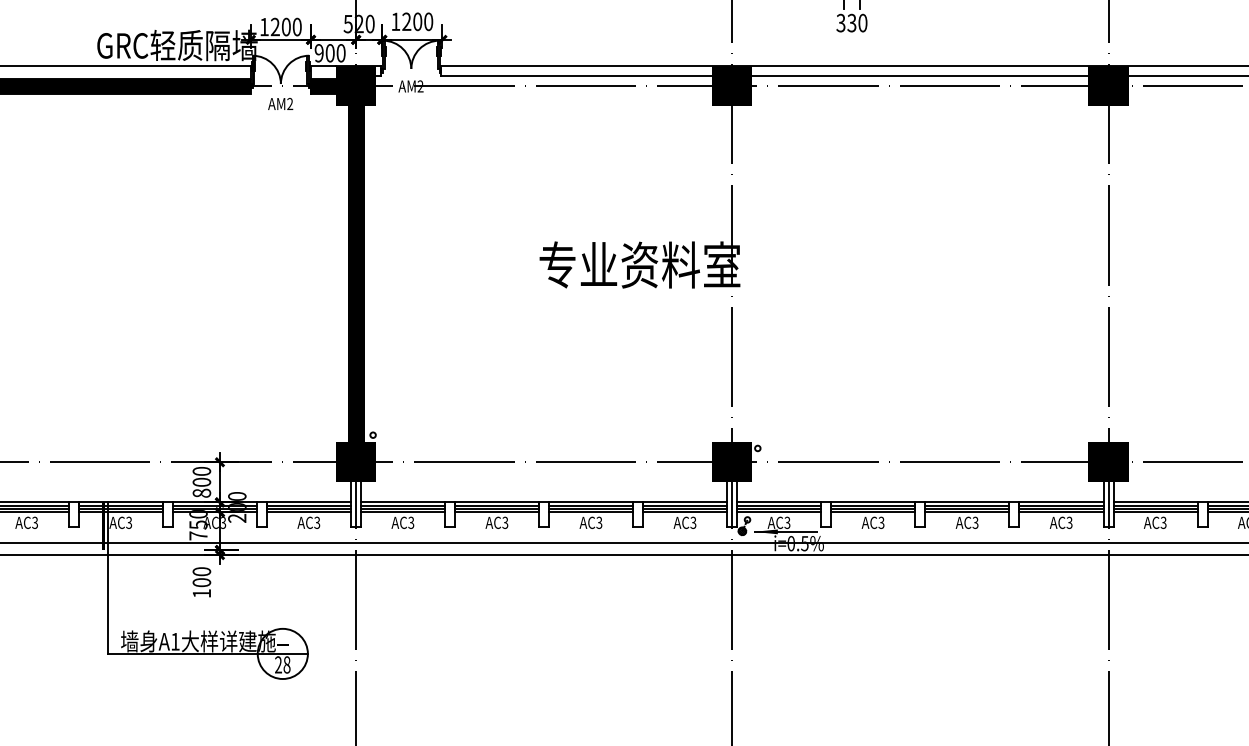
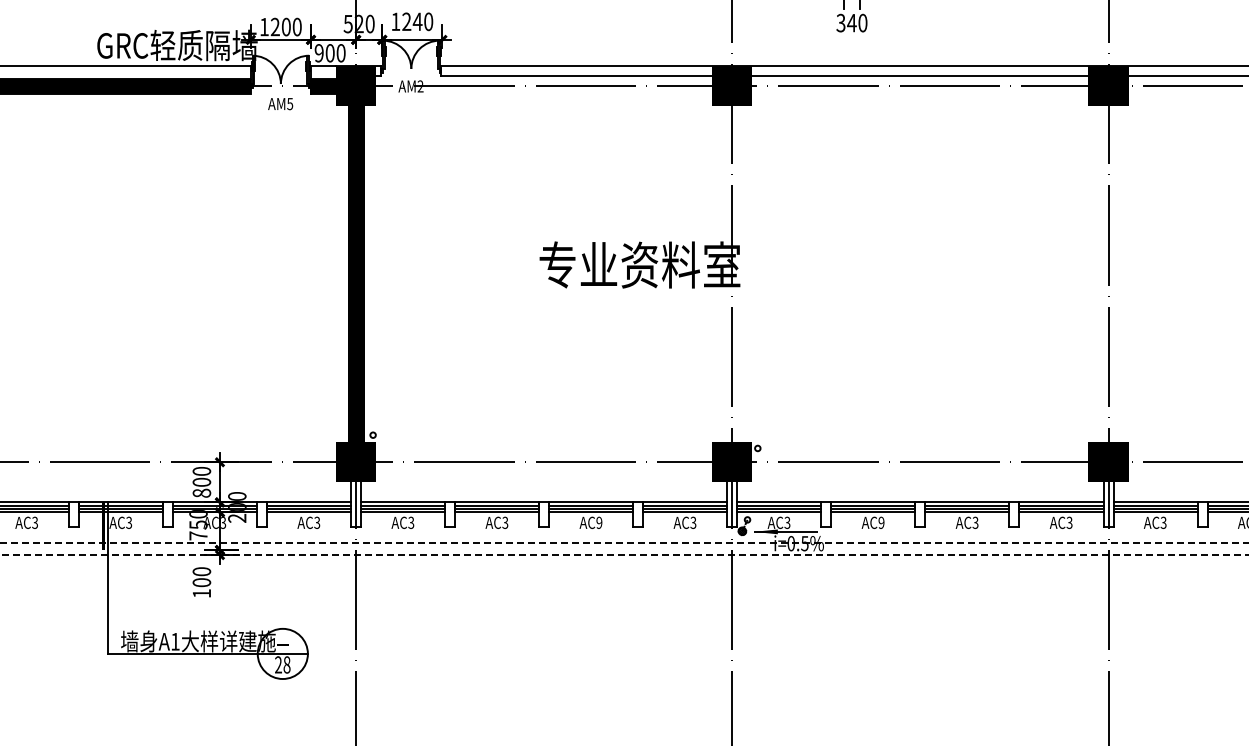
text at (417, 21): 1200 -> 1240
text at (851, 22): 330 -> 340
text at (290, 103): AM2 -> AM5
text at (599, 522): AC3 -> AC9
text at (881, 522): AC3 -> AC9
line at (624, 542): solid -> dashed
line at (624, 555): solid -> dashed
